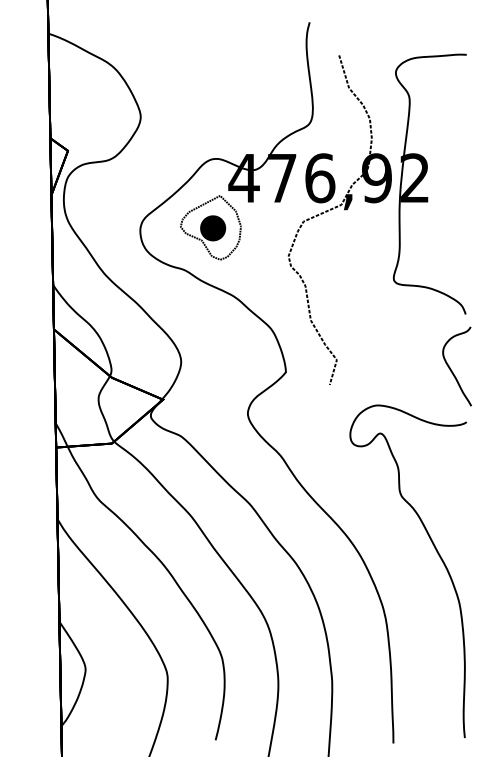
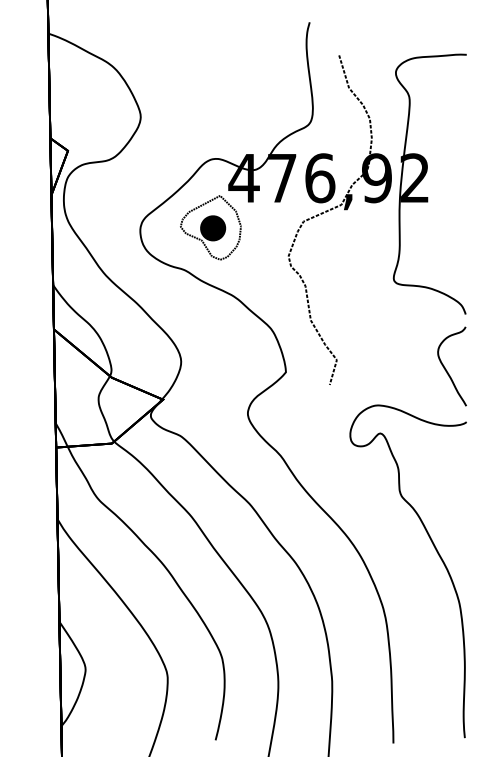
curve at (452, 370) position: (452, 370) -> (447, 370)
